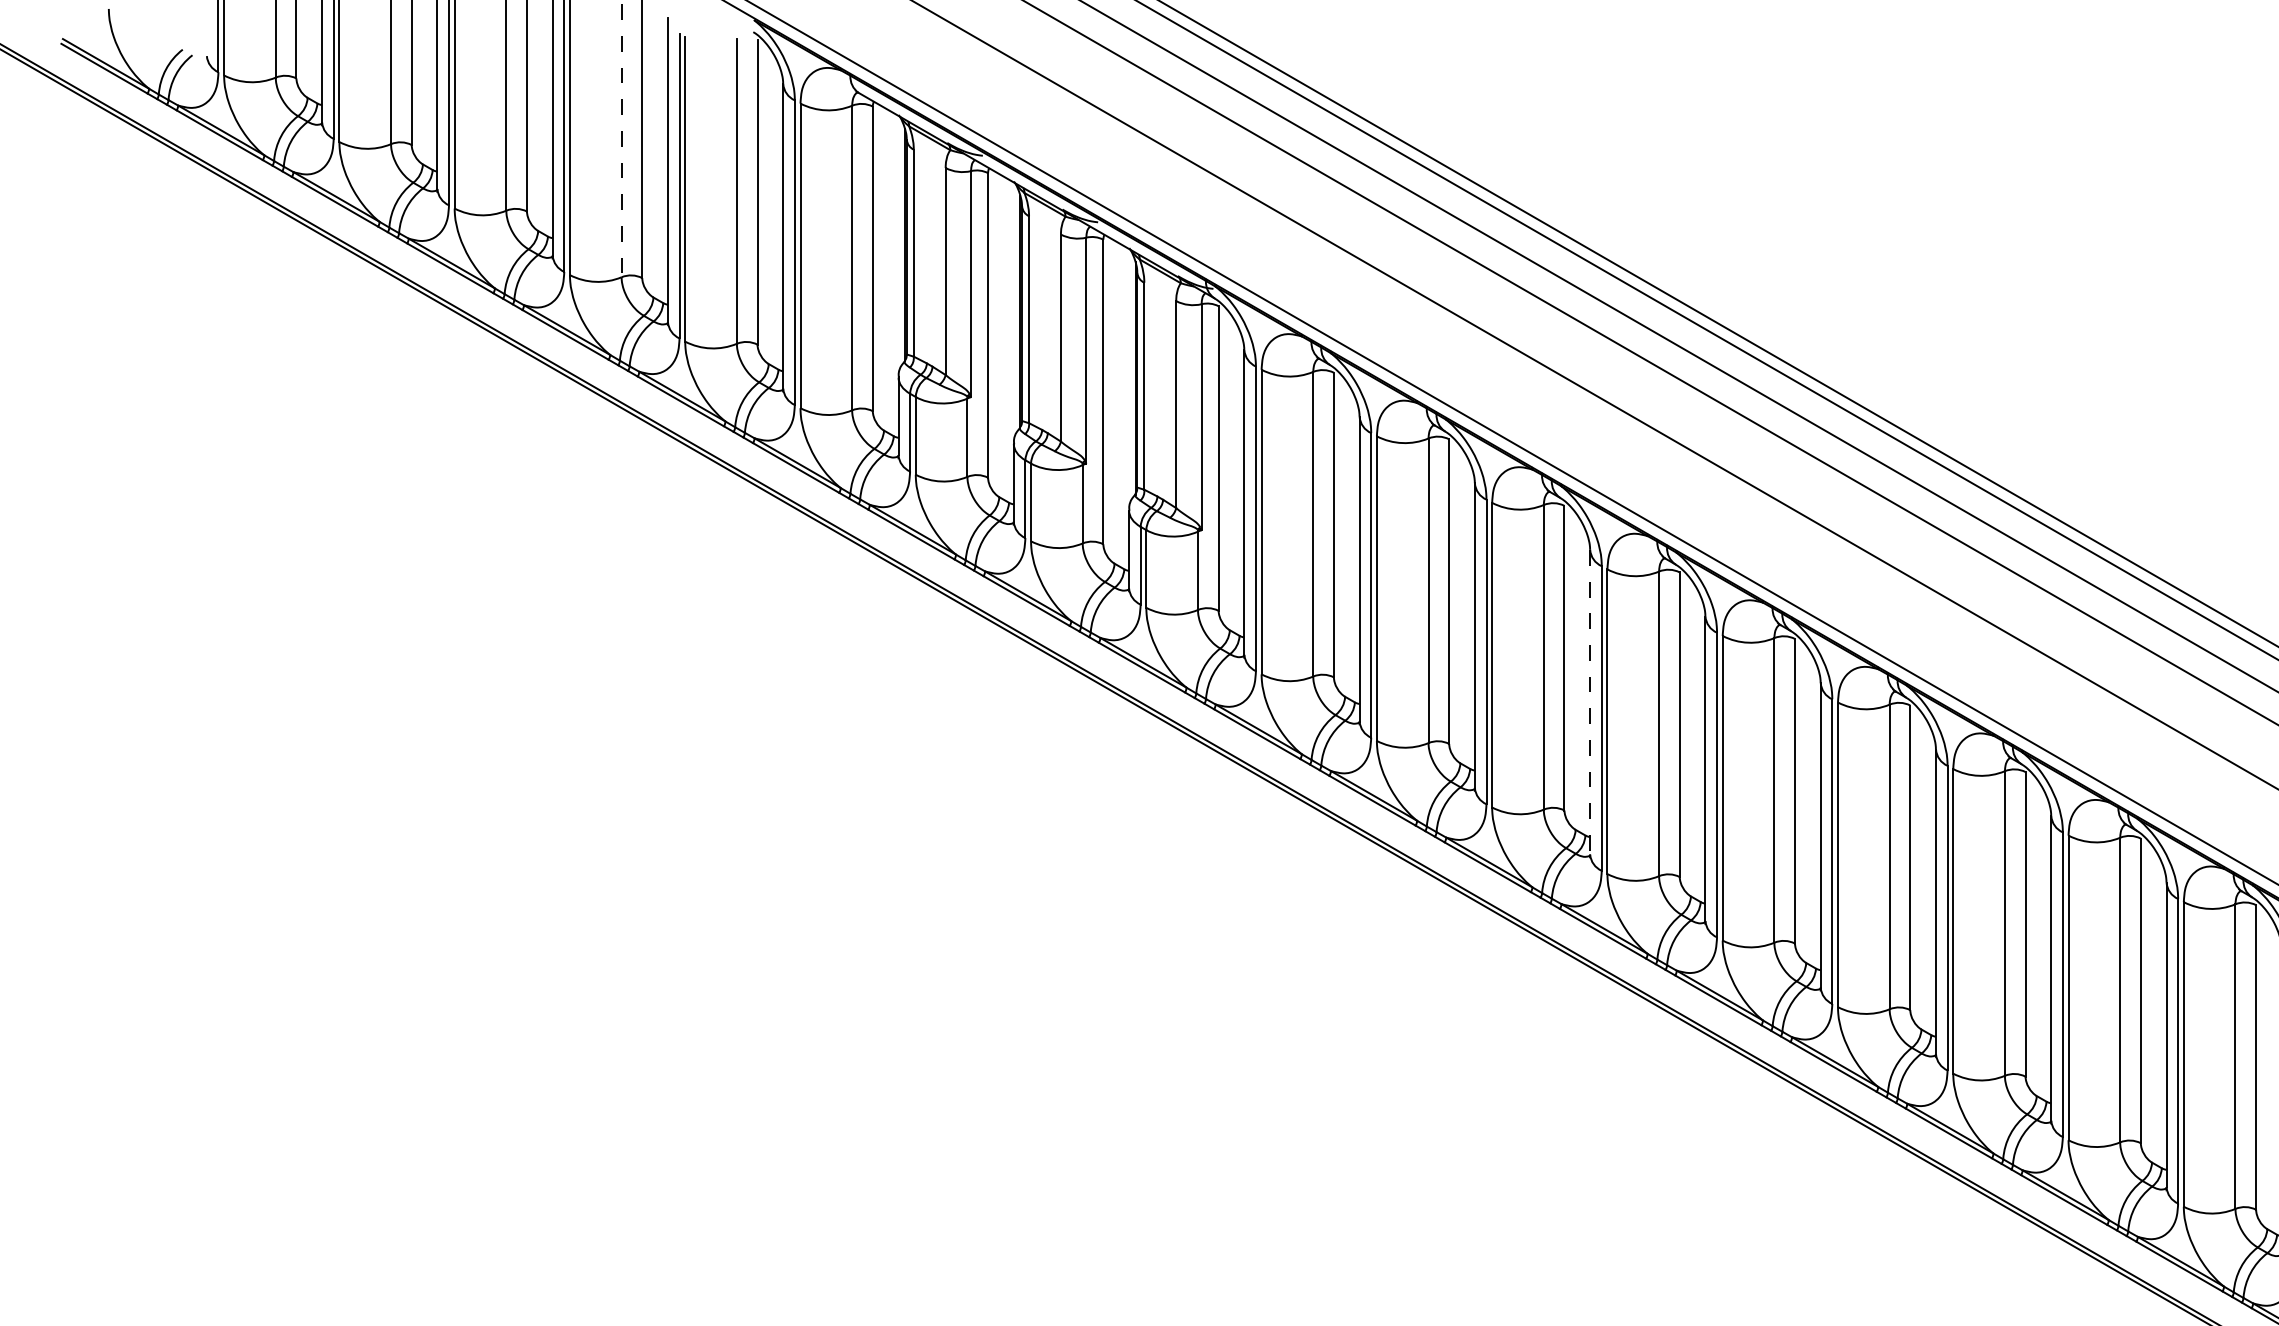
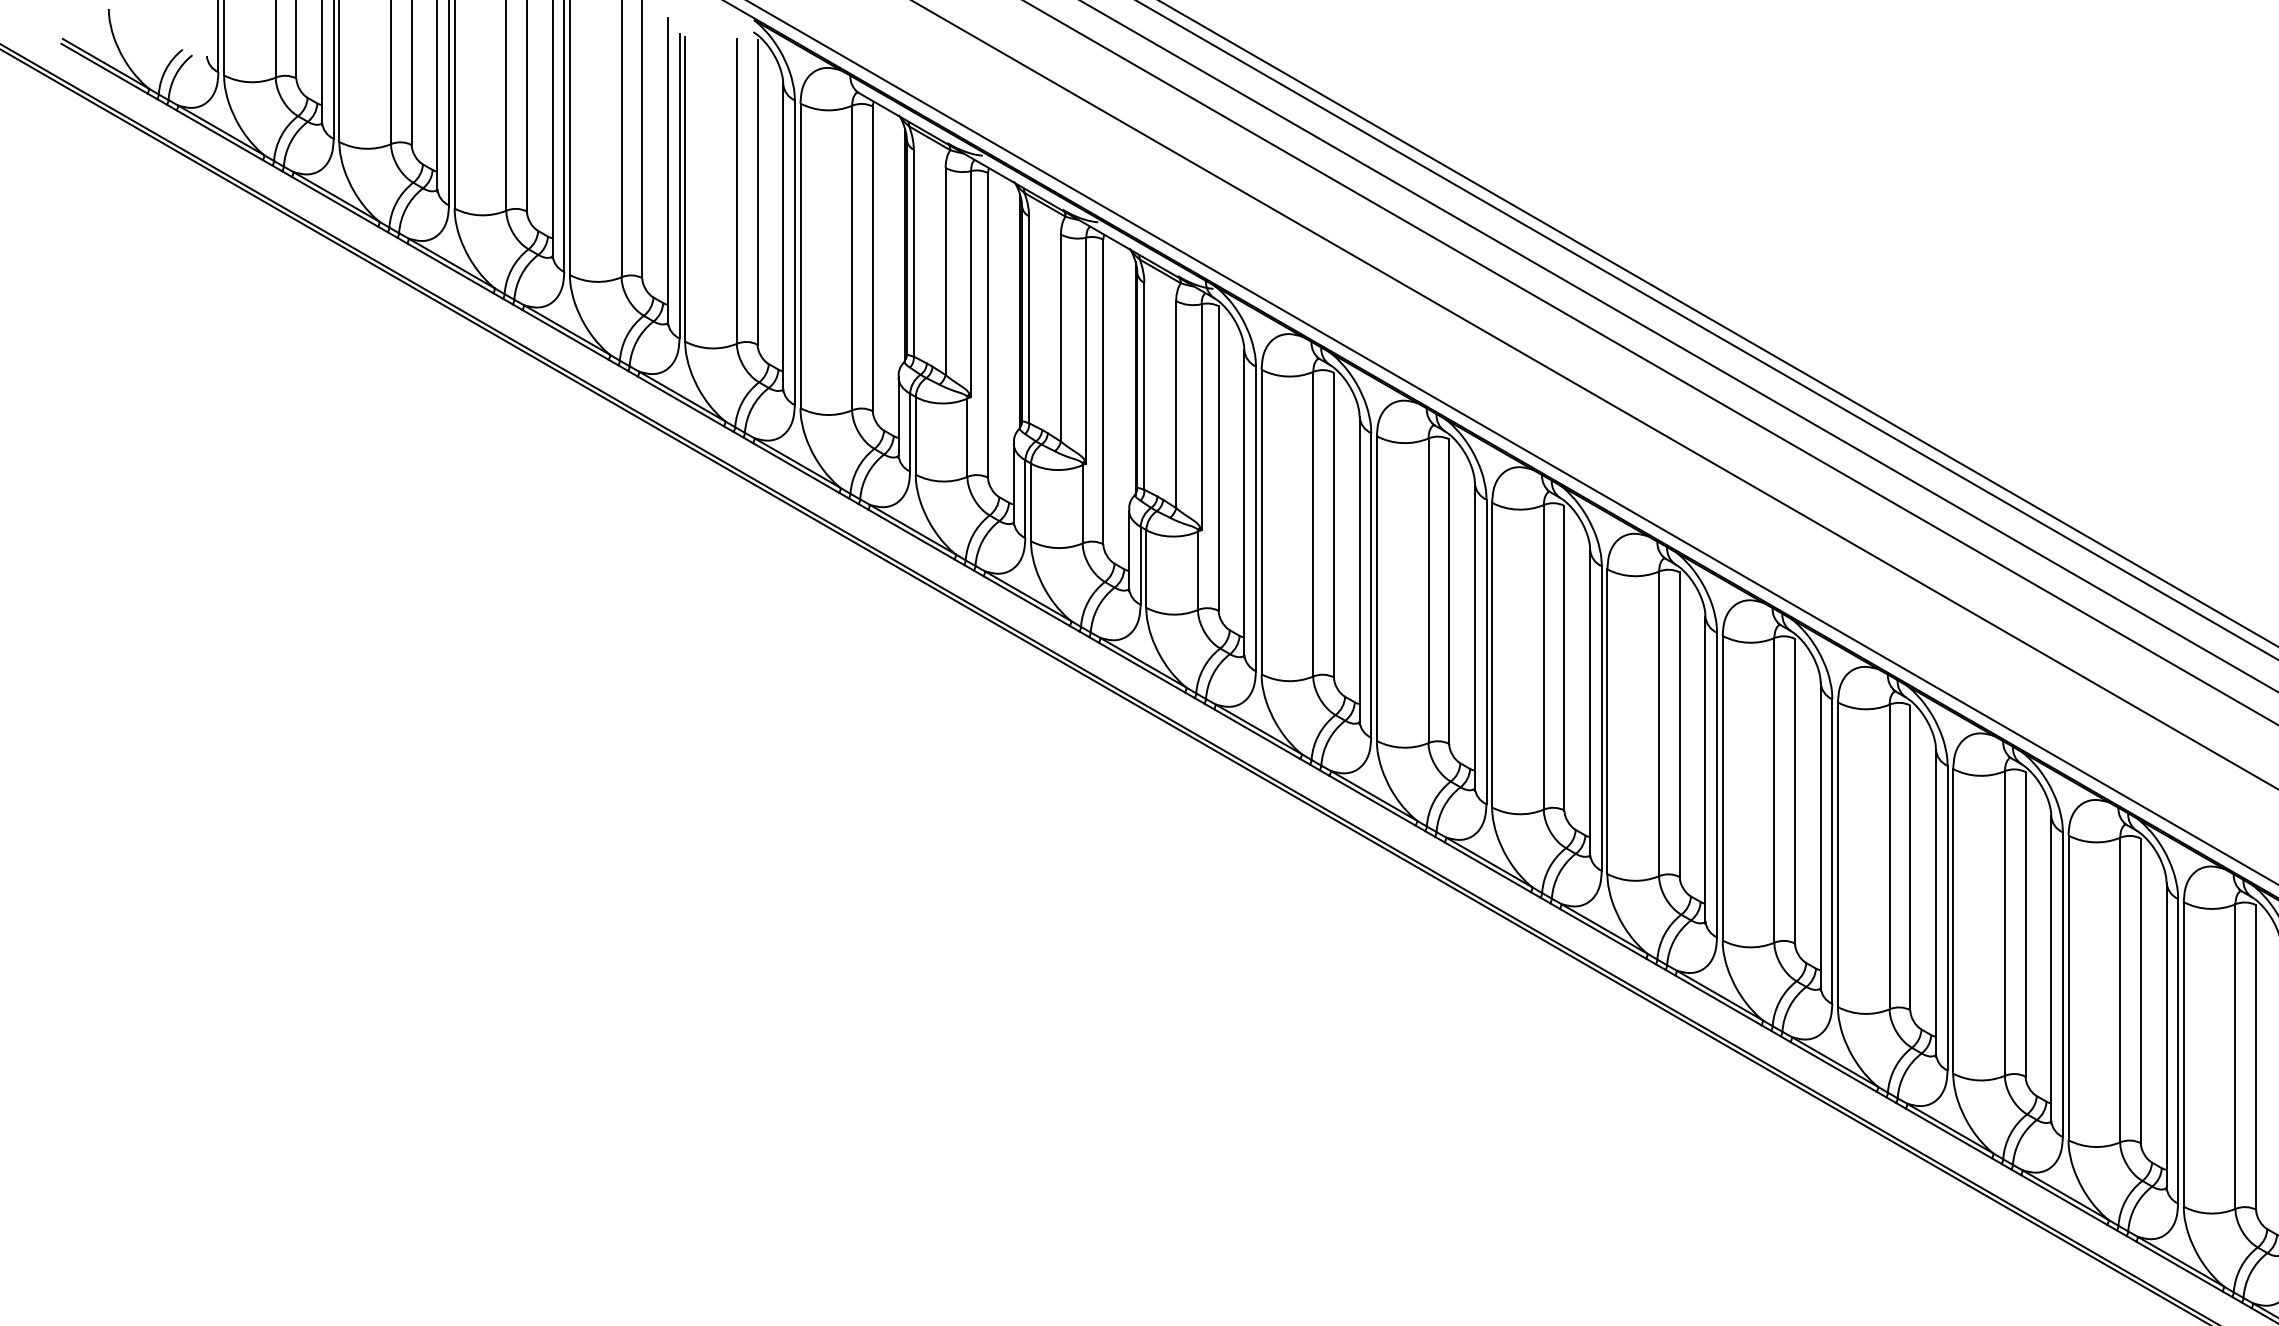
line at (621, 139): dashed -> solid
line at (1590, 702): dashed -> solid
